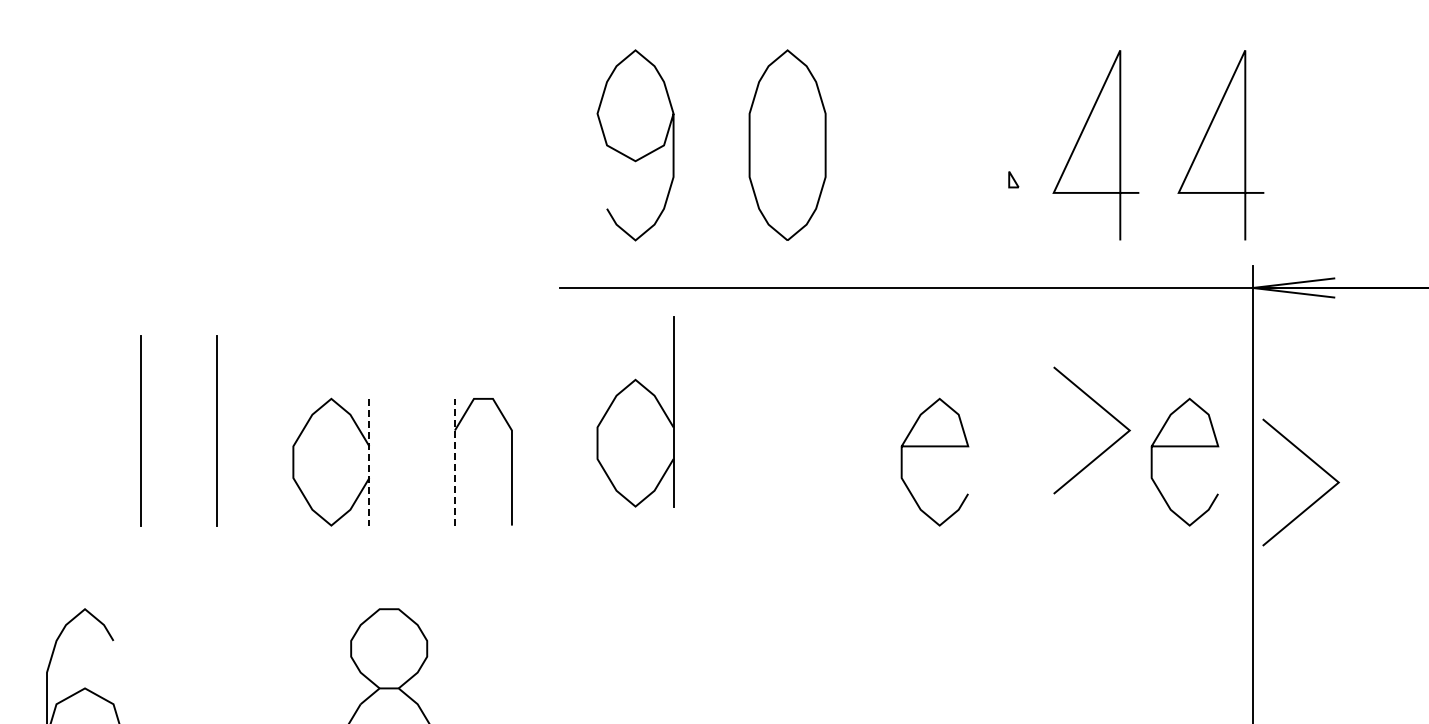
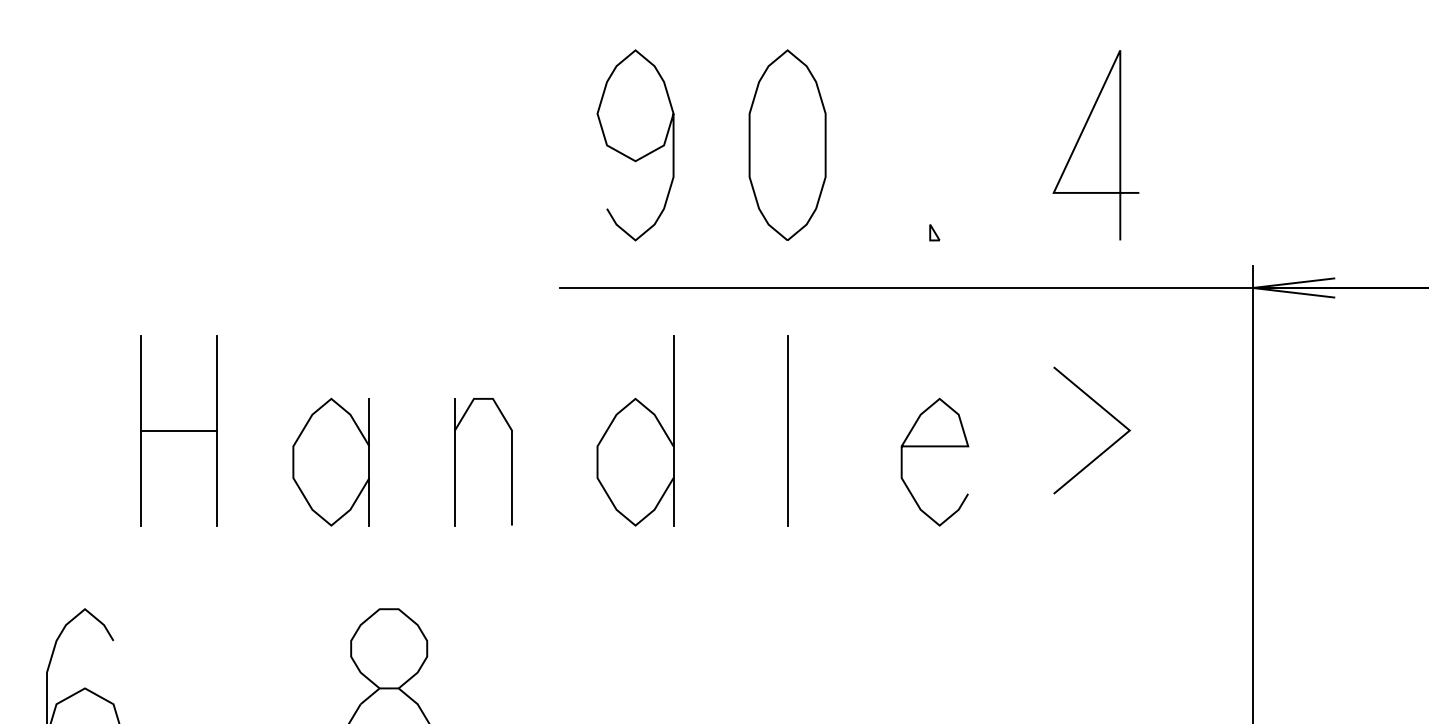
line at (1205, 138): present -> none
part at (1013, 179) position: (1013, 179) -> (934, 232)
part at (635, 411) position: (635, 411) -> (635, 430)
line at (179, 430): none -> present
line at (787, 430): none -> present
curve at (1184, 447): present -> none
line at (454, 461): dashed -> solid
line at (369, 462): dashed -> solid
line at (1316, 465): present -> none
